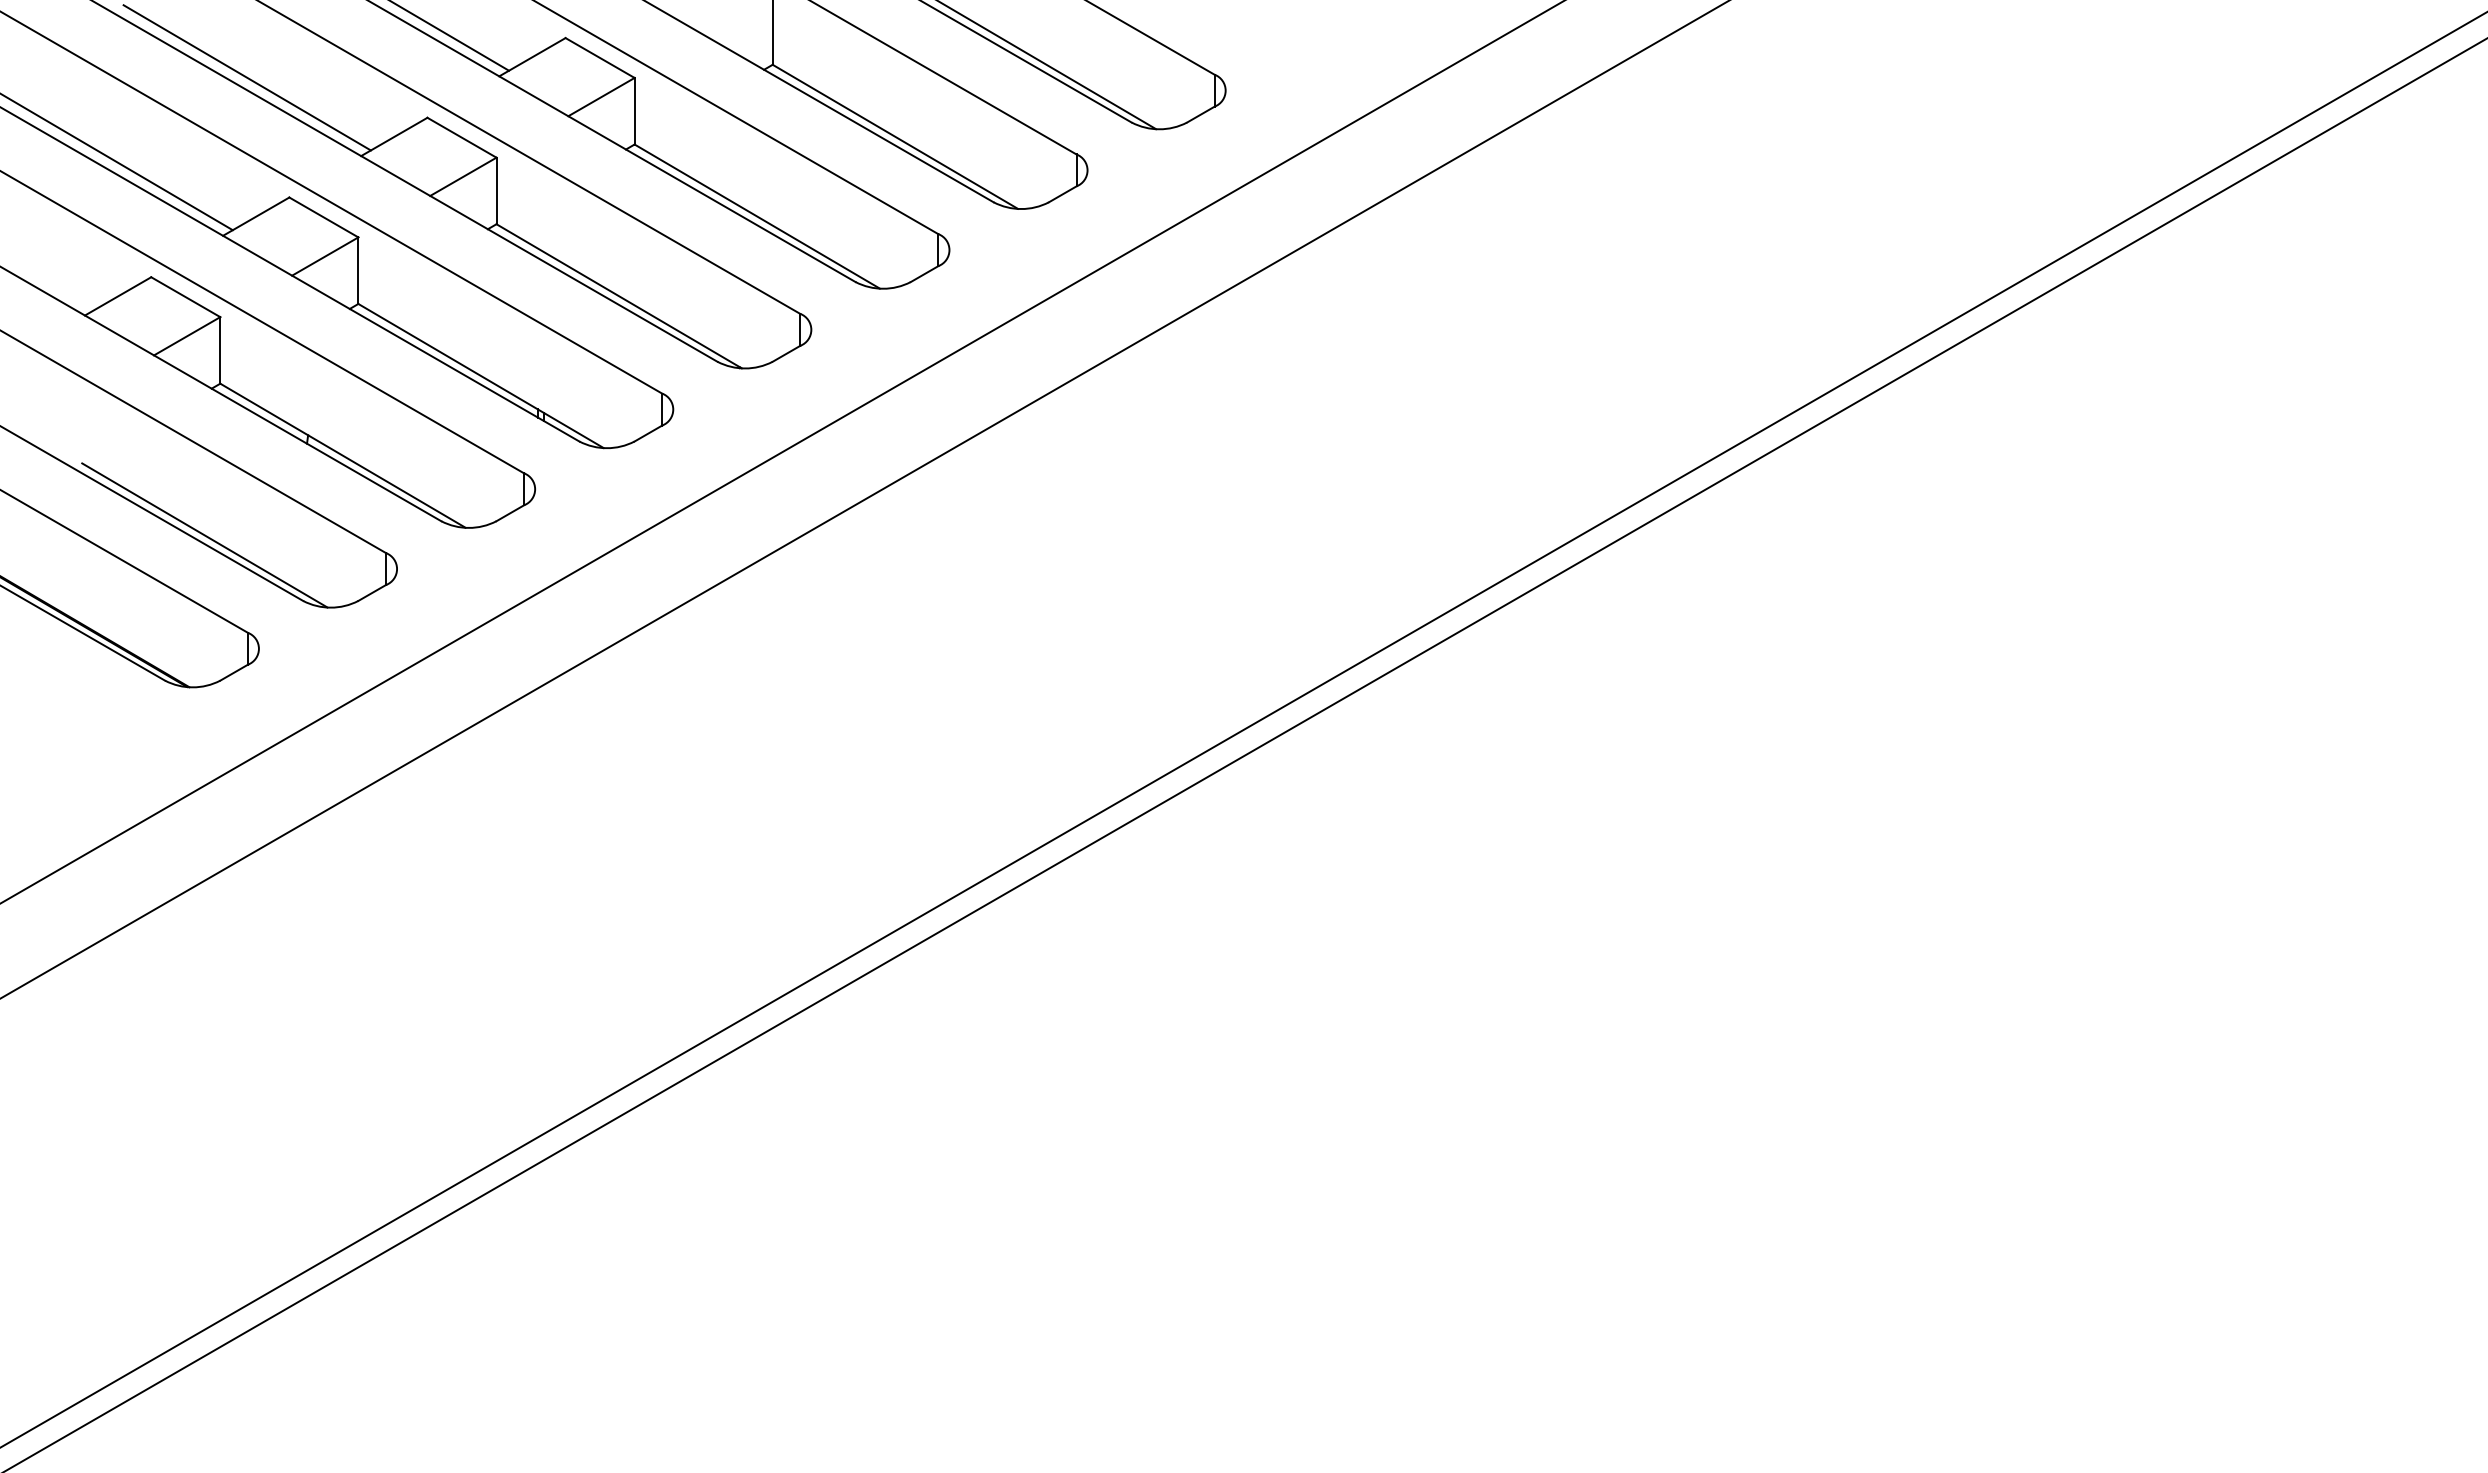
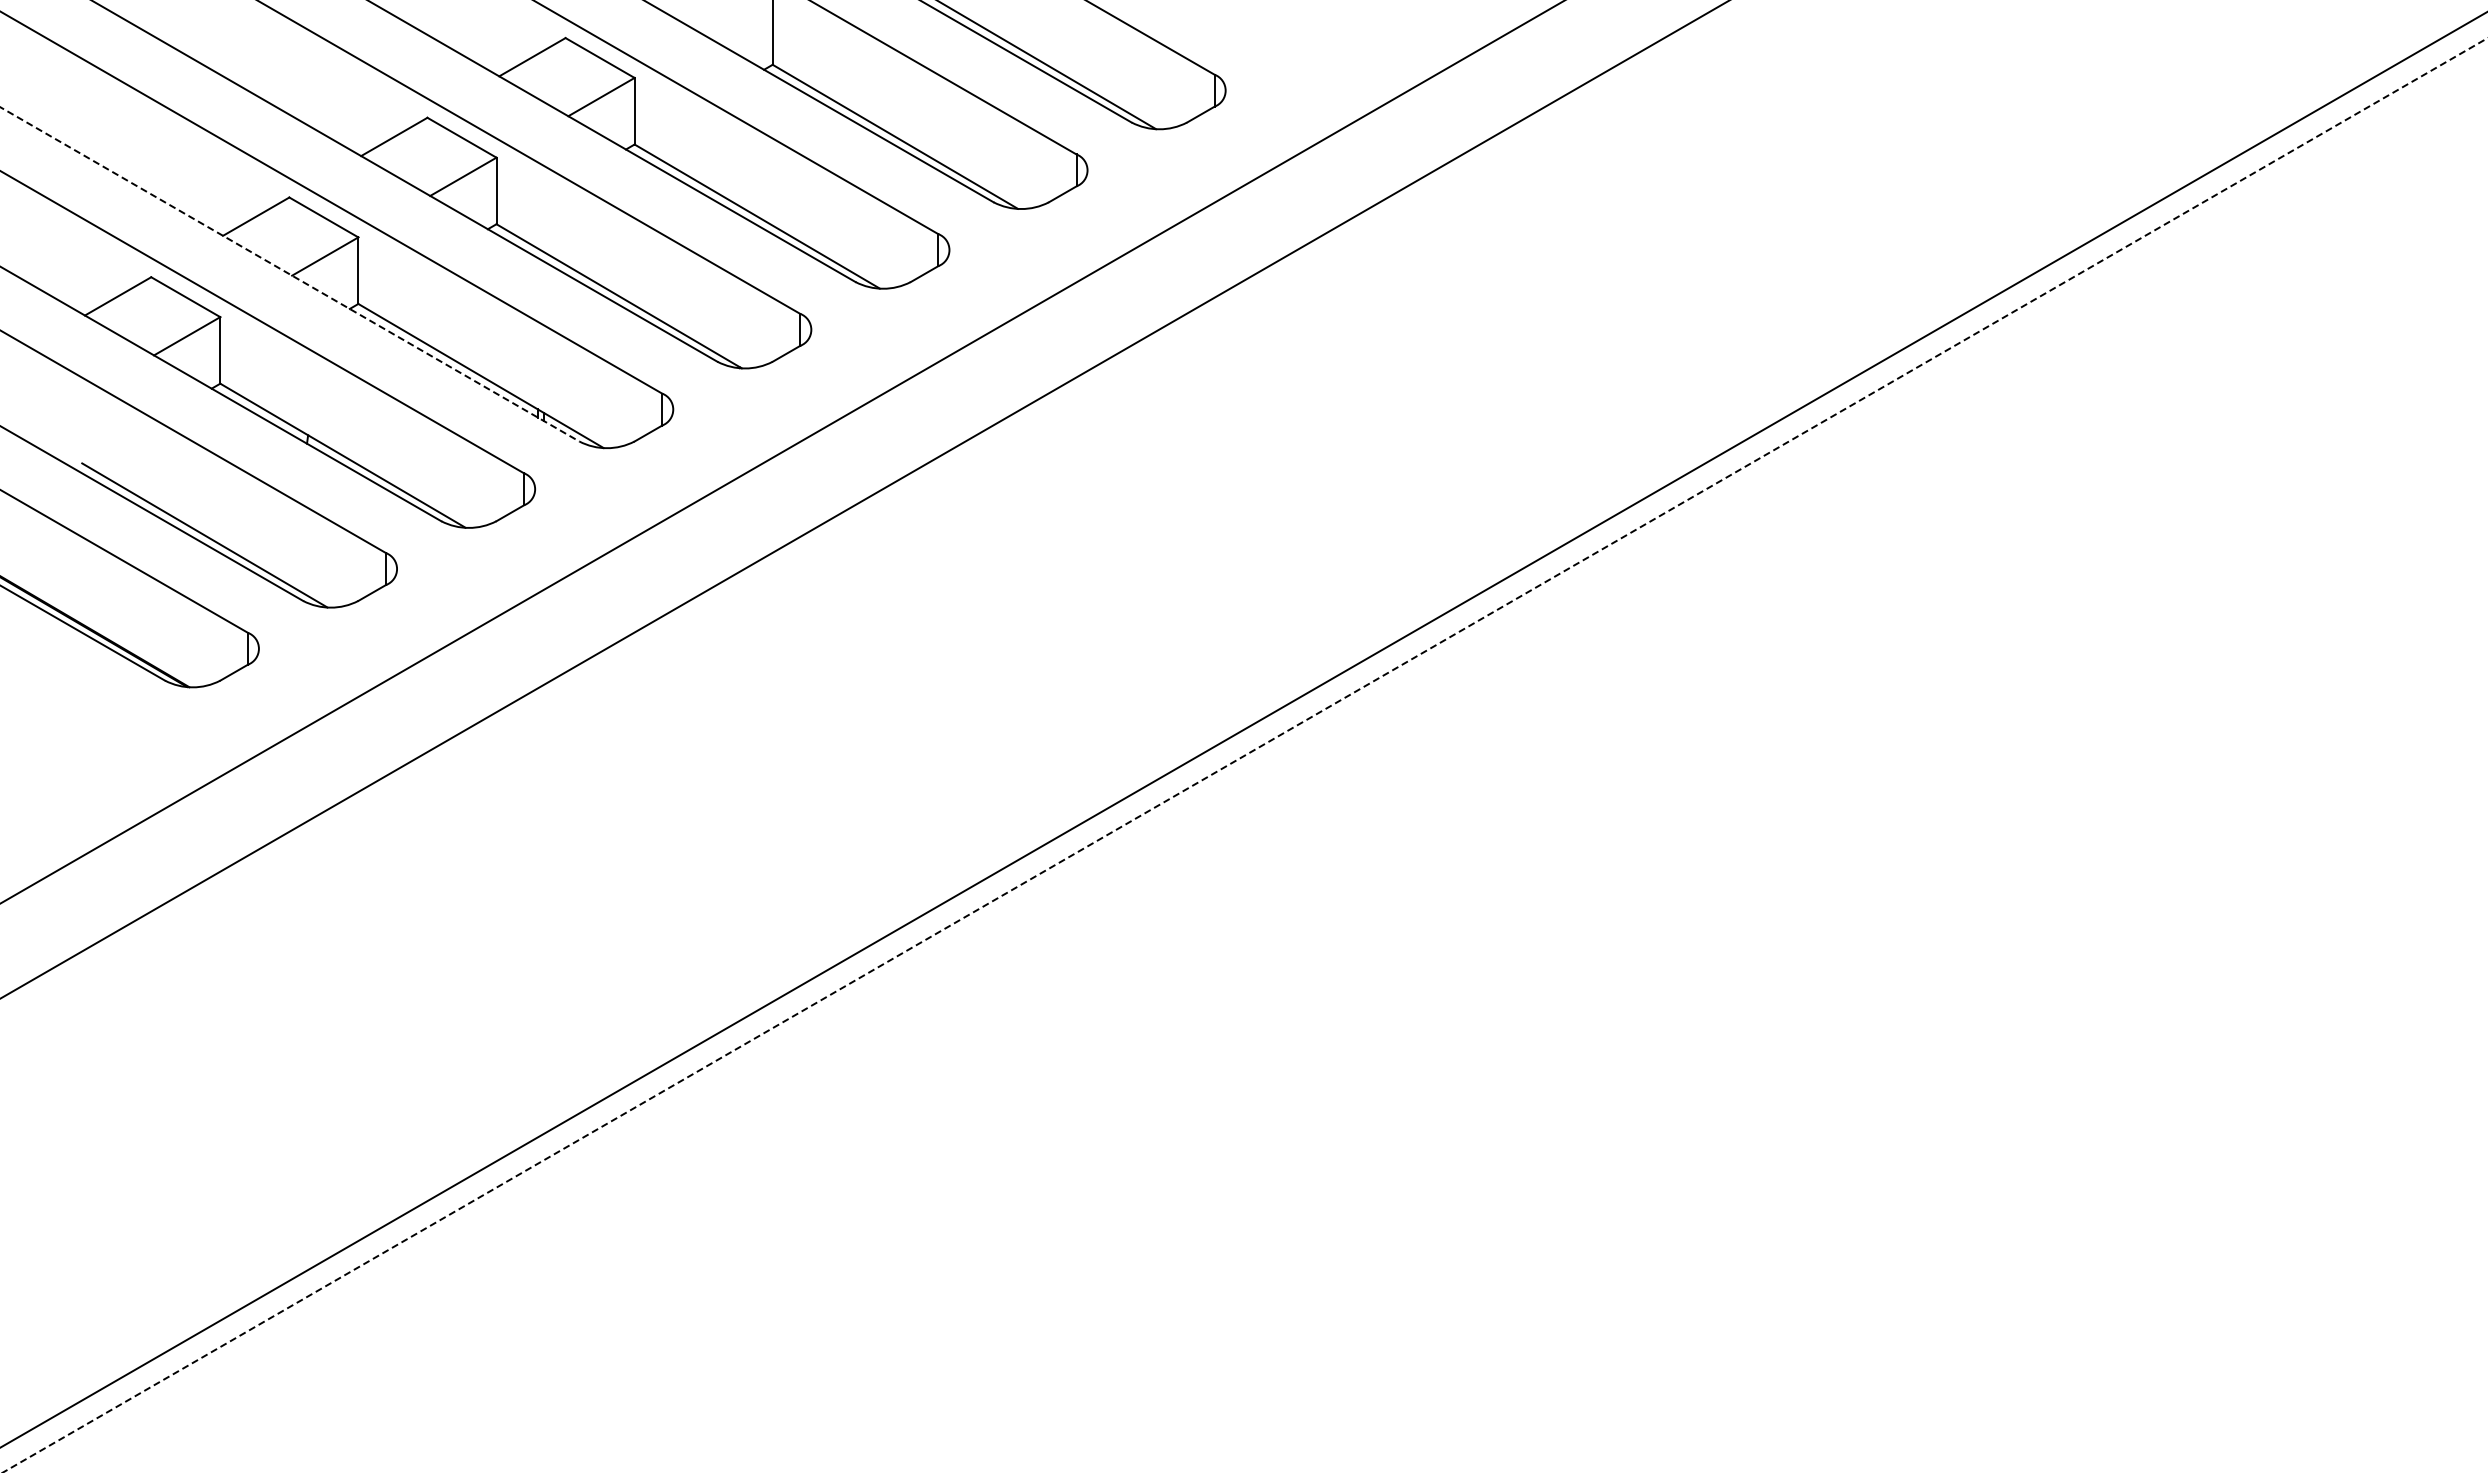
line at (450, 36): present -> none
line at (246, 77): present -> none
line at (117, 162): present -> none
line at (290, 274): solid -> dashed
line at (1244, 755): solid -> dashed
